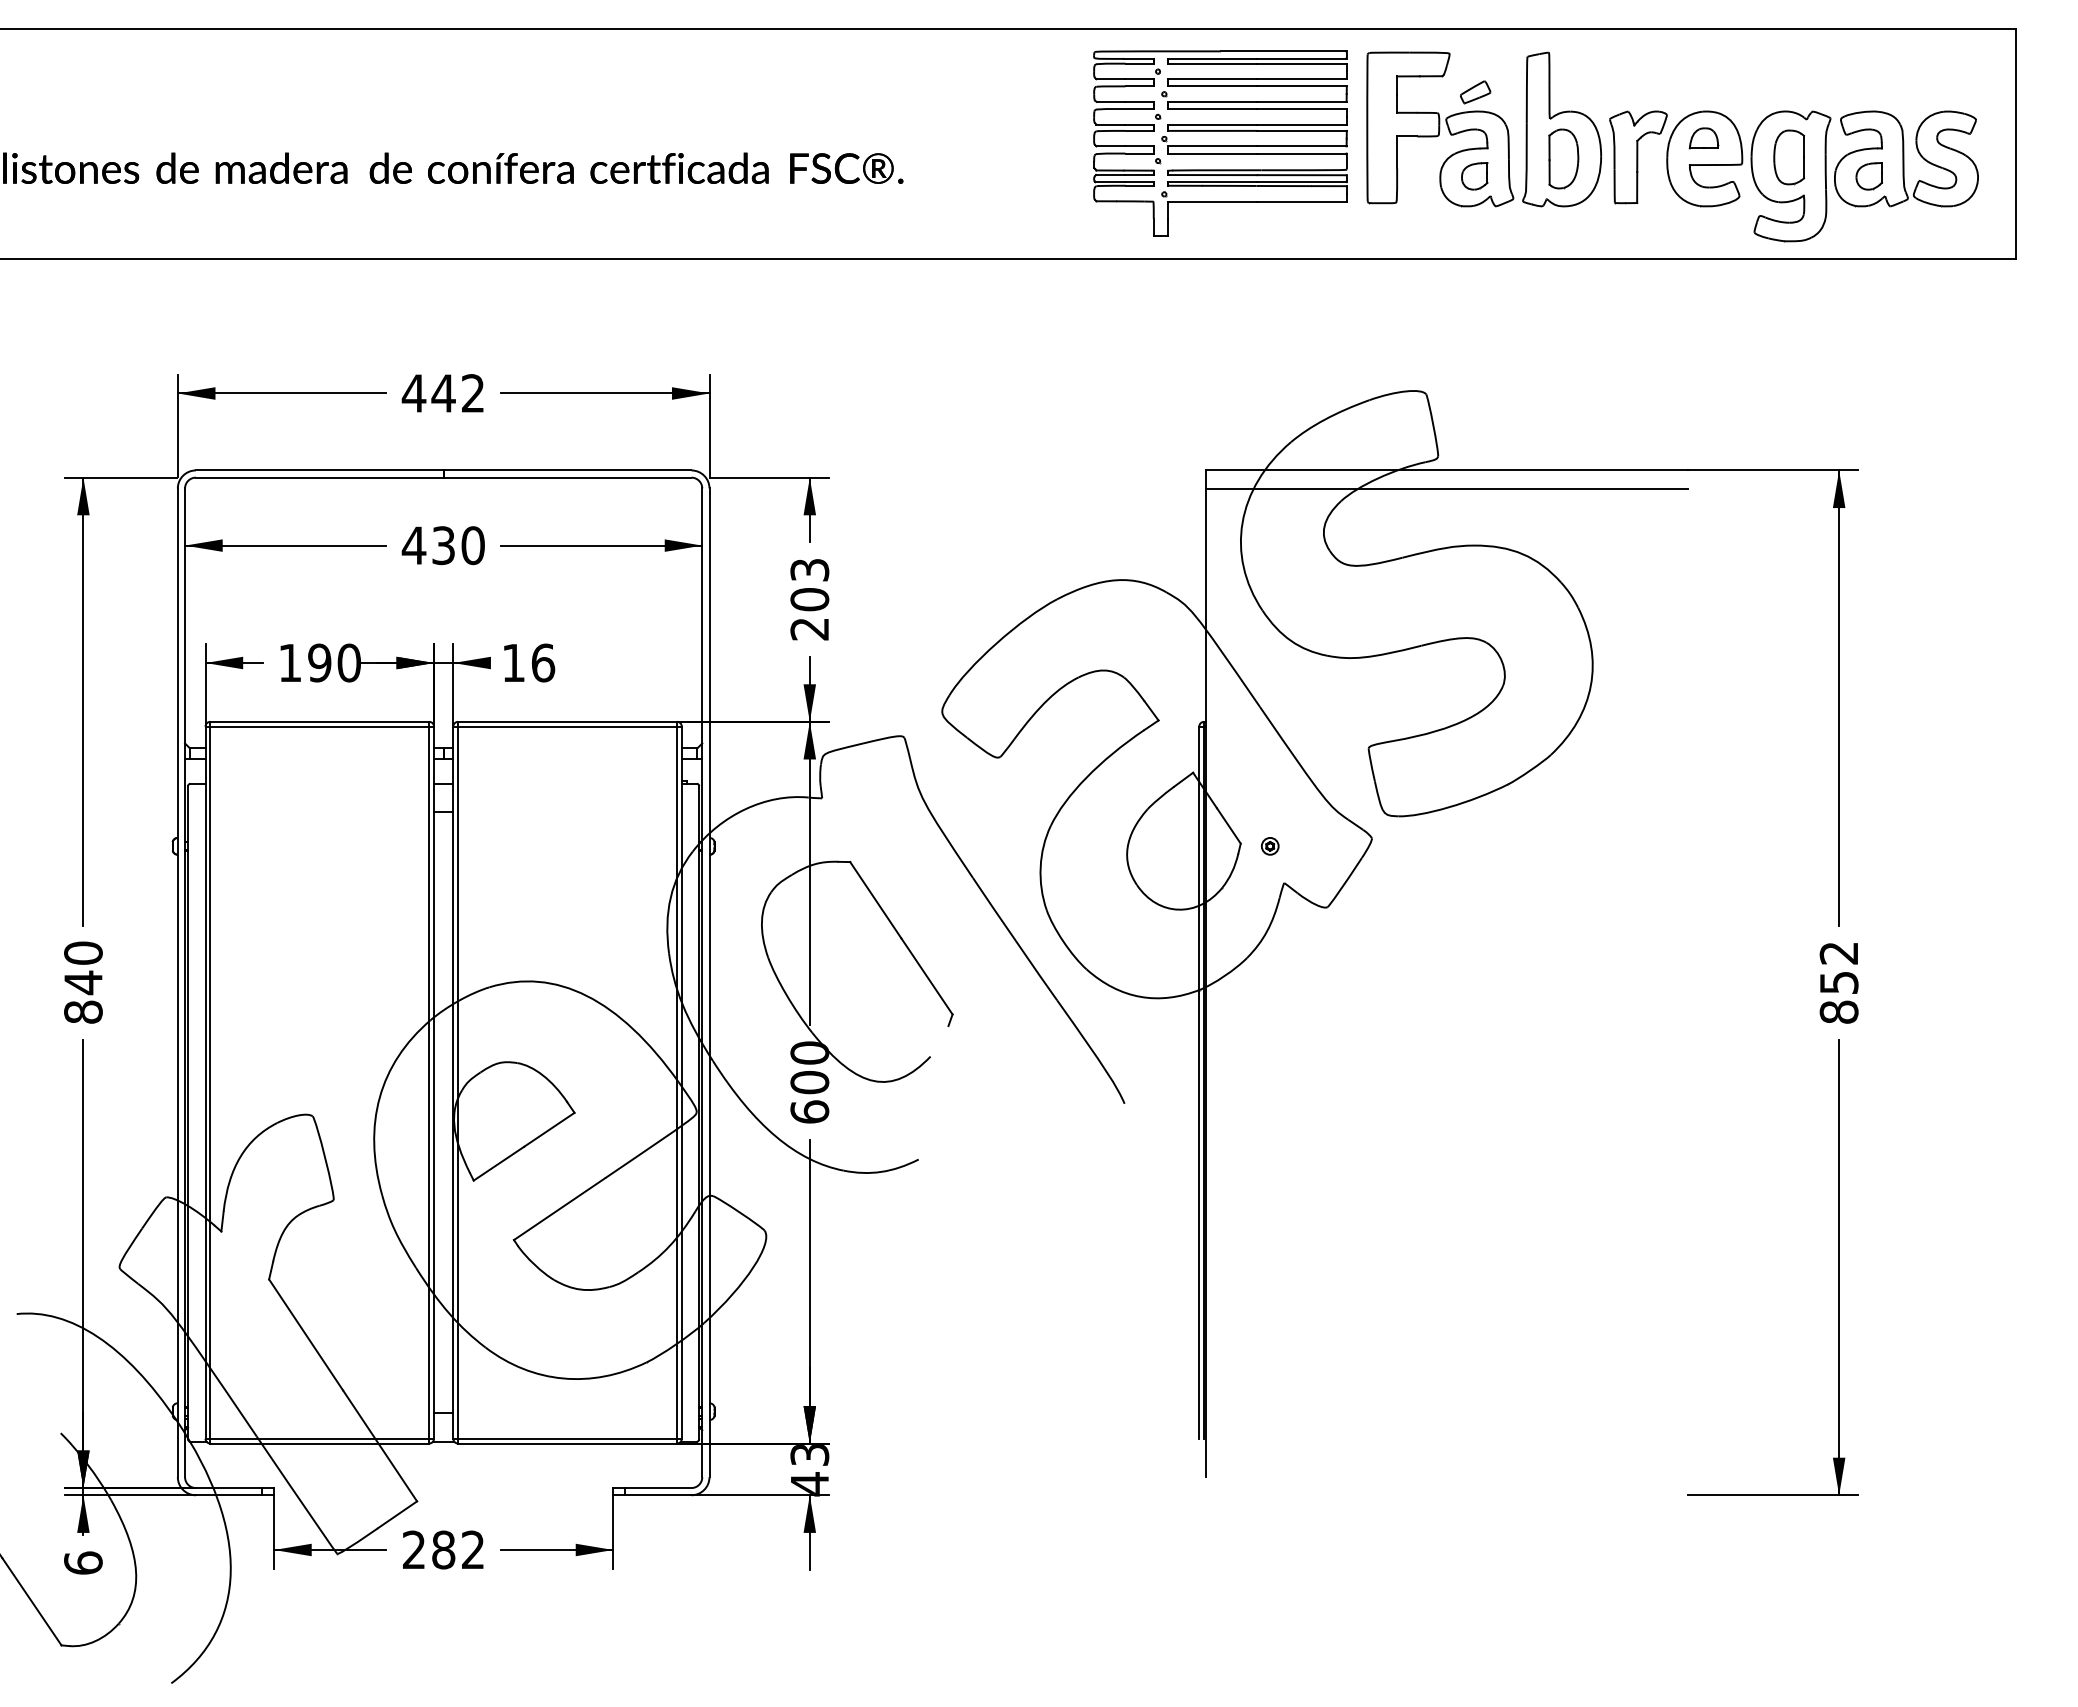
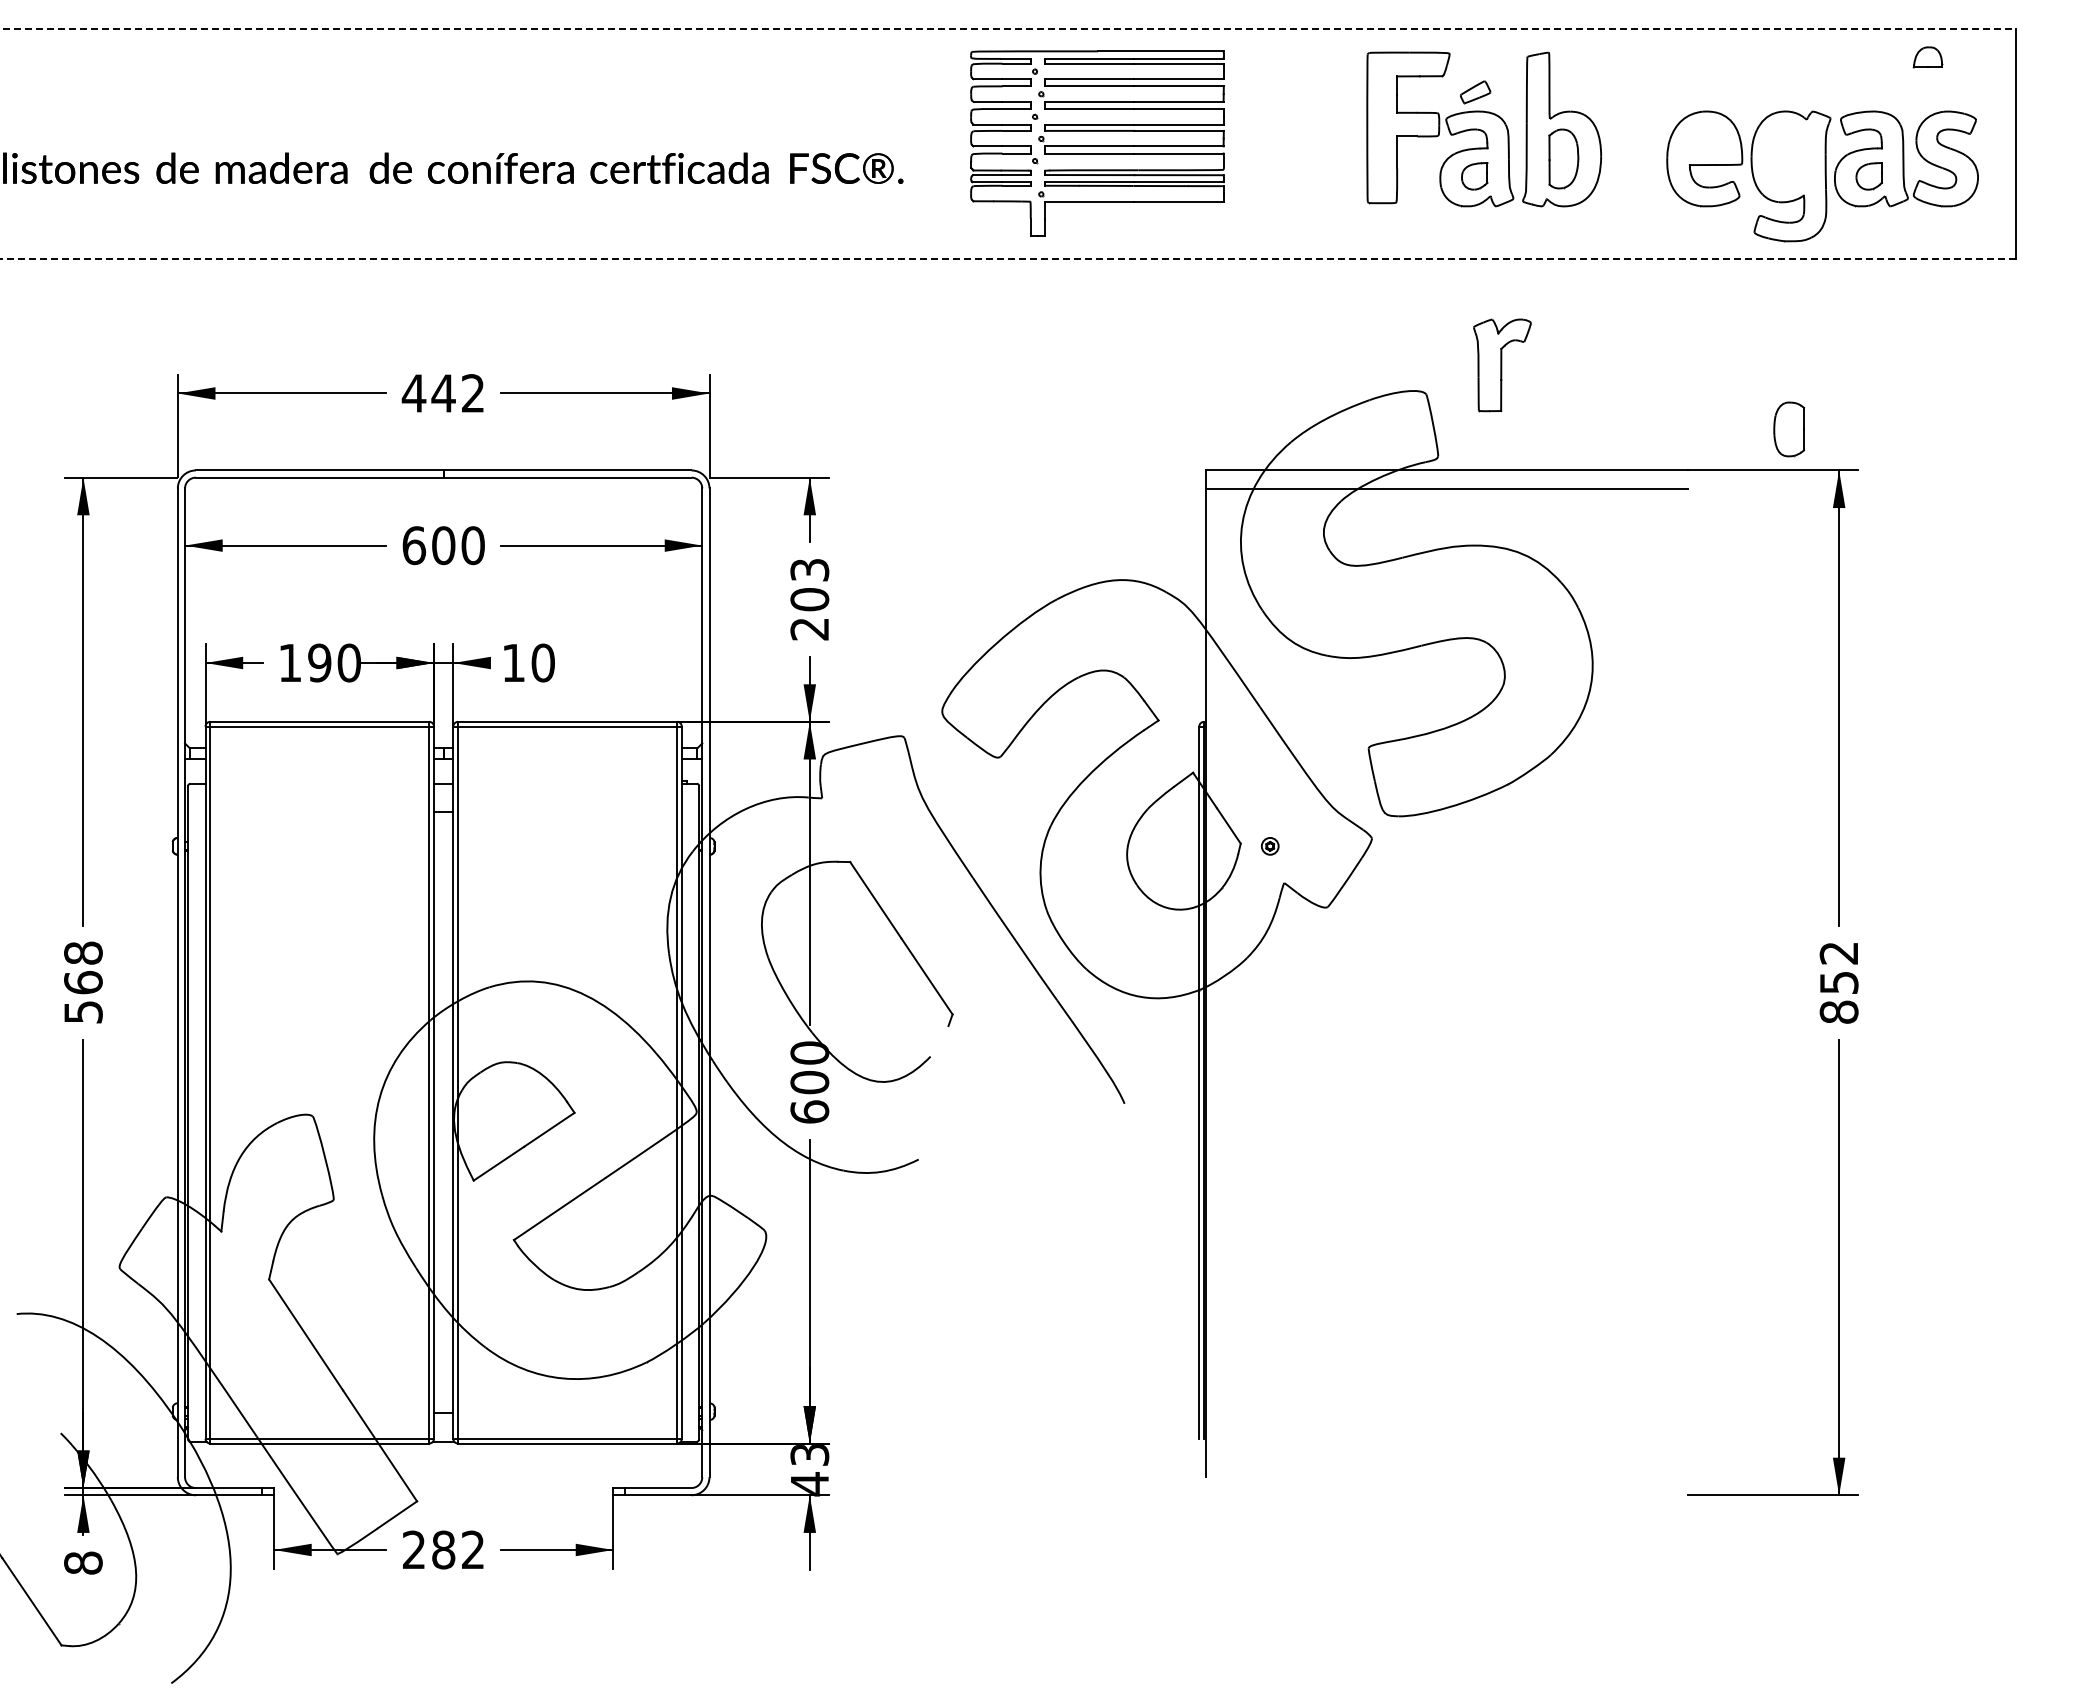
line at (1007, 28): solid -> dashed
part at (1703, 138) position: (1703, 138) -> (1927, 57)
part at (1220, 143) position: (1220, 143) -> (1097, 143)
part at (1638, 157) position: (1638, 157) -> (1502, 365)
part at (1788, 157) position: (1788, 157) -> (1788, 429)
line at (1007, 258): solid -> dashed
text at (428, 545): 430 -> 600
text at (543, 662): 16 -> 10
text at (83, 982): 840 -> 568
text at (83, 1562): 6 -> 8
